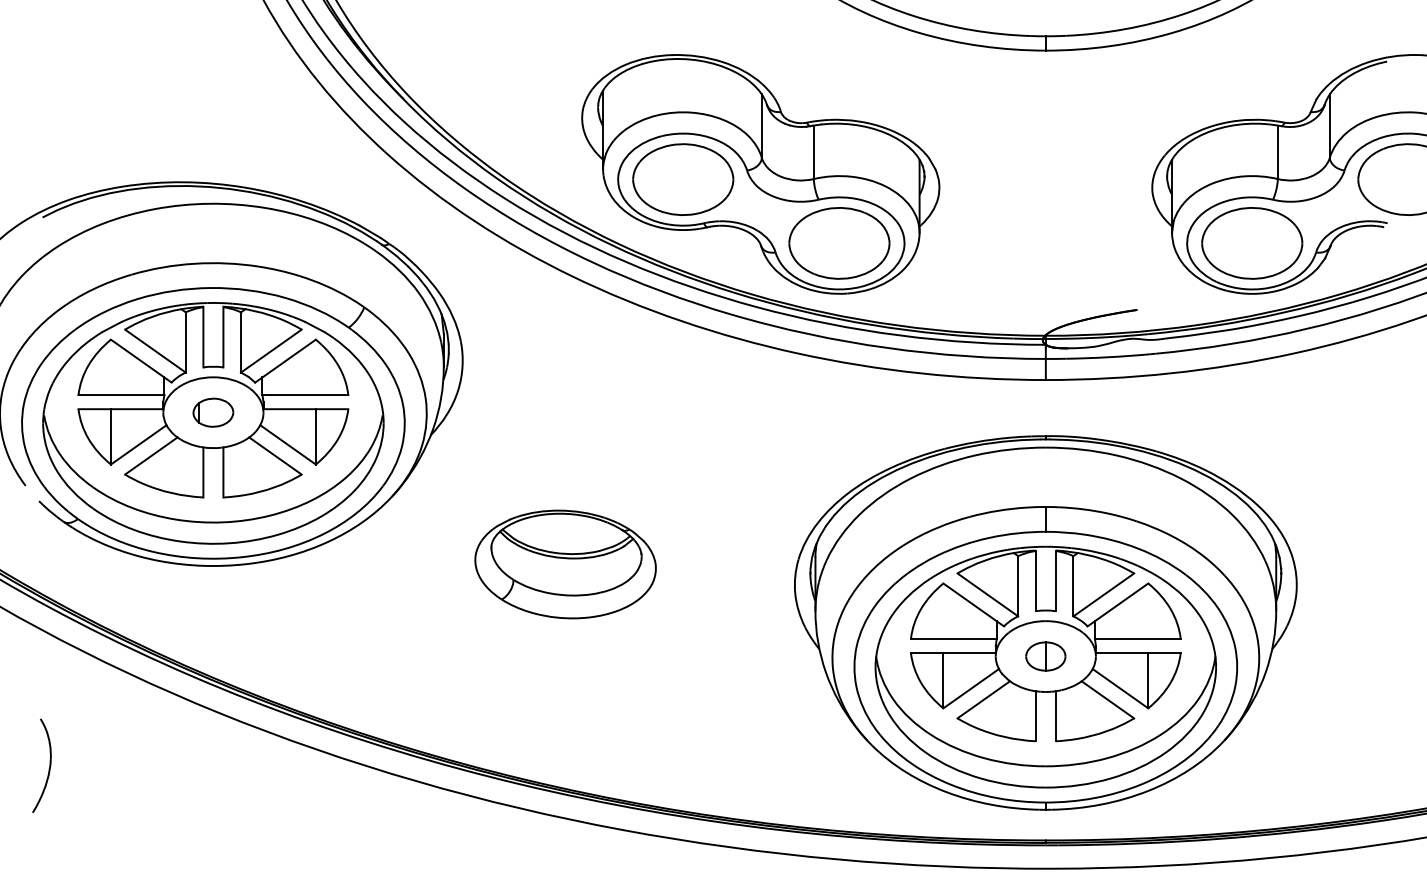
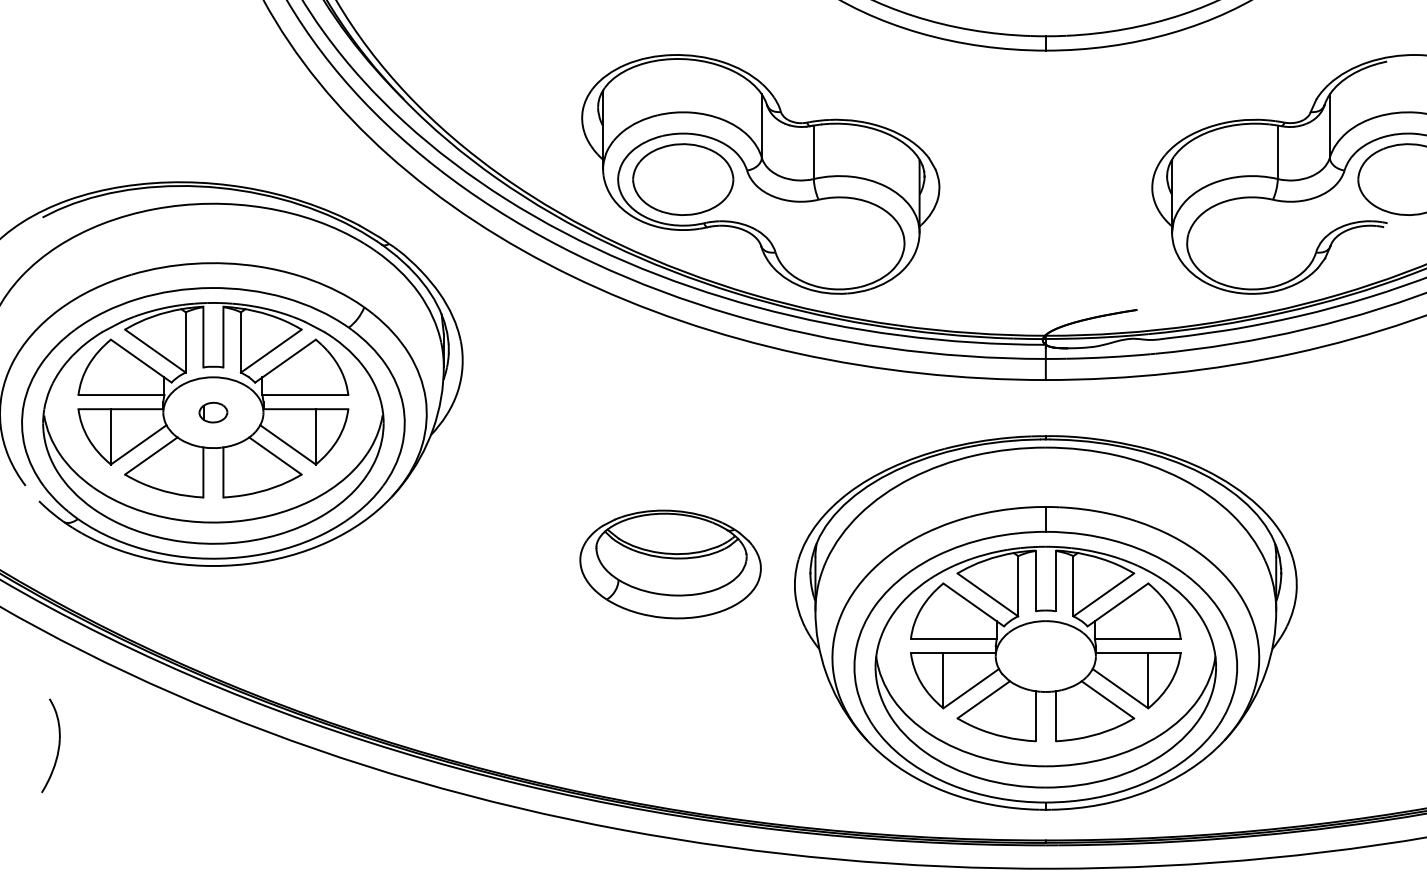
part at (839, 243): present -> none
part at (1252, 243): present -> none
part at (213, 412) size: 43x31 px -> 31x23 px
part at (565, 564) position: (565, 564) -> (670, 564)
part at (1045, 656): present -> none
part at (48, 768) position: (48, 768) -> (57, 748)
